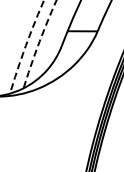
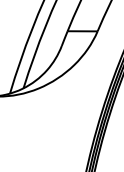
arc at (39, 43): dashed -> solid
arc at (25, 46): dashed -> solid
